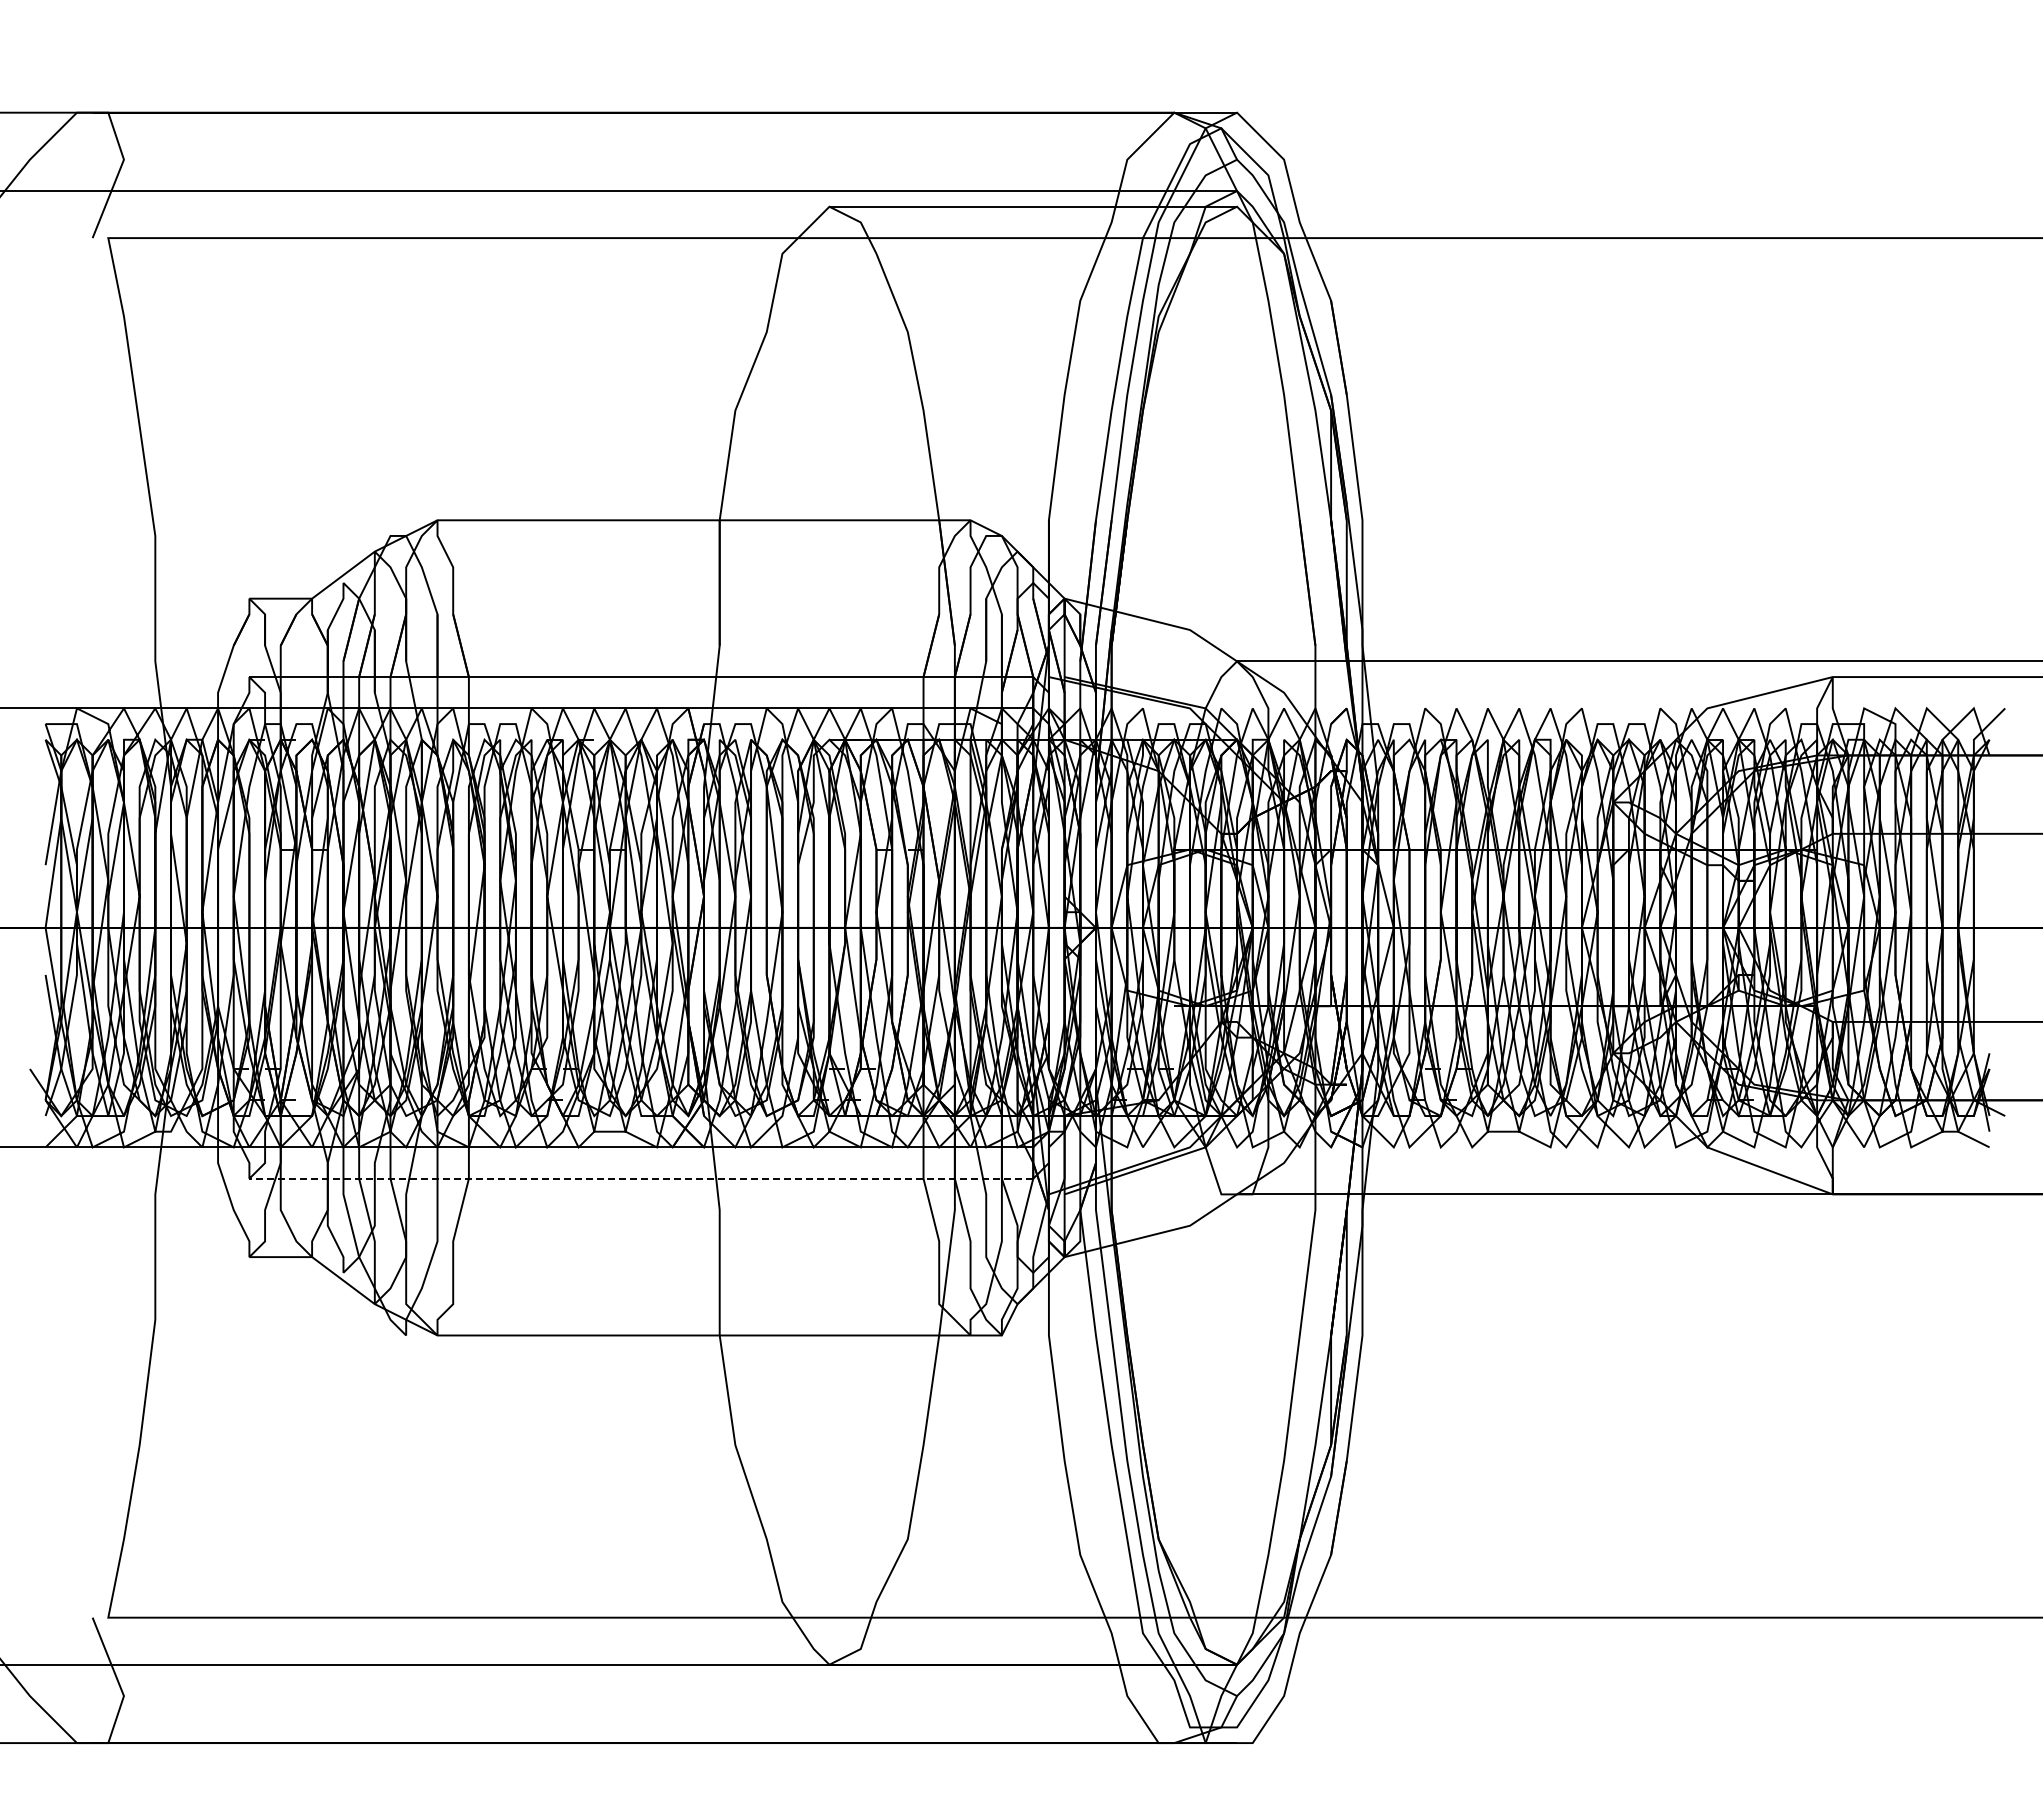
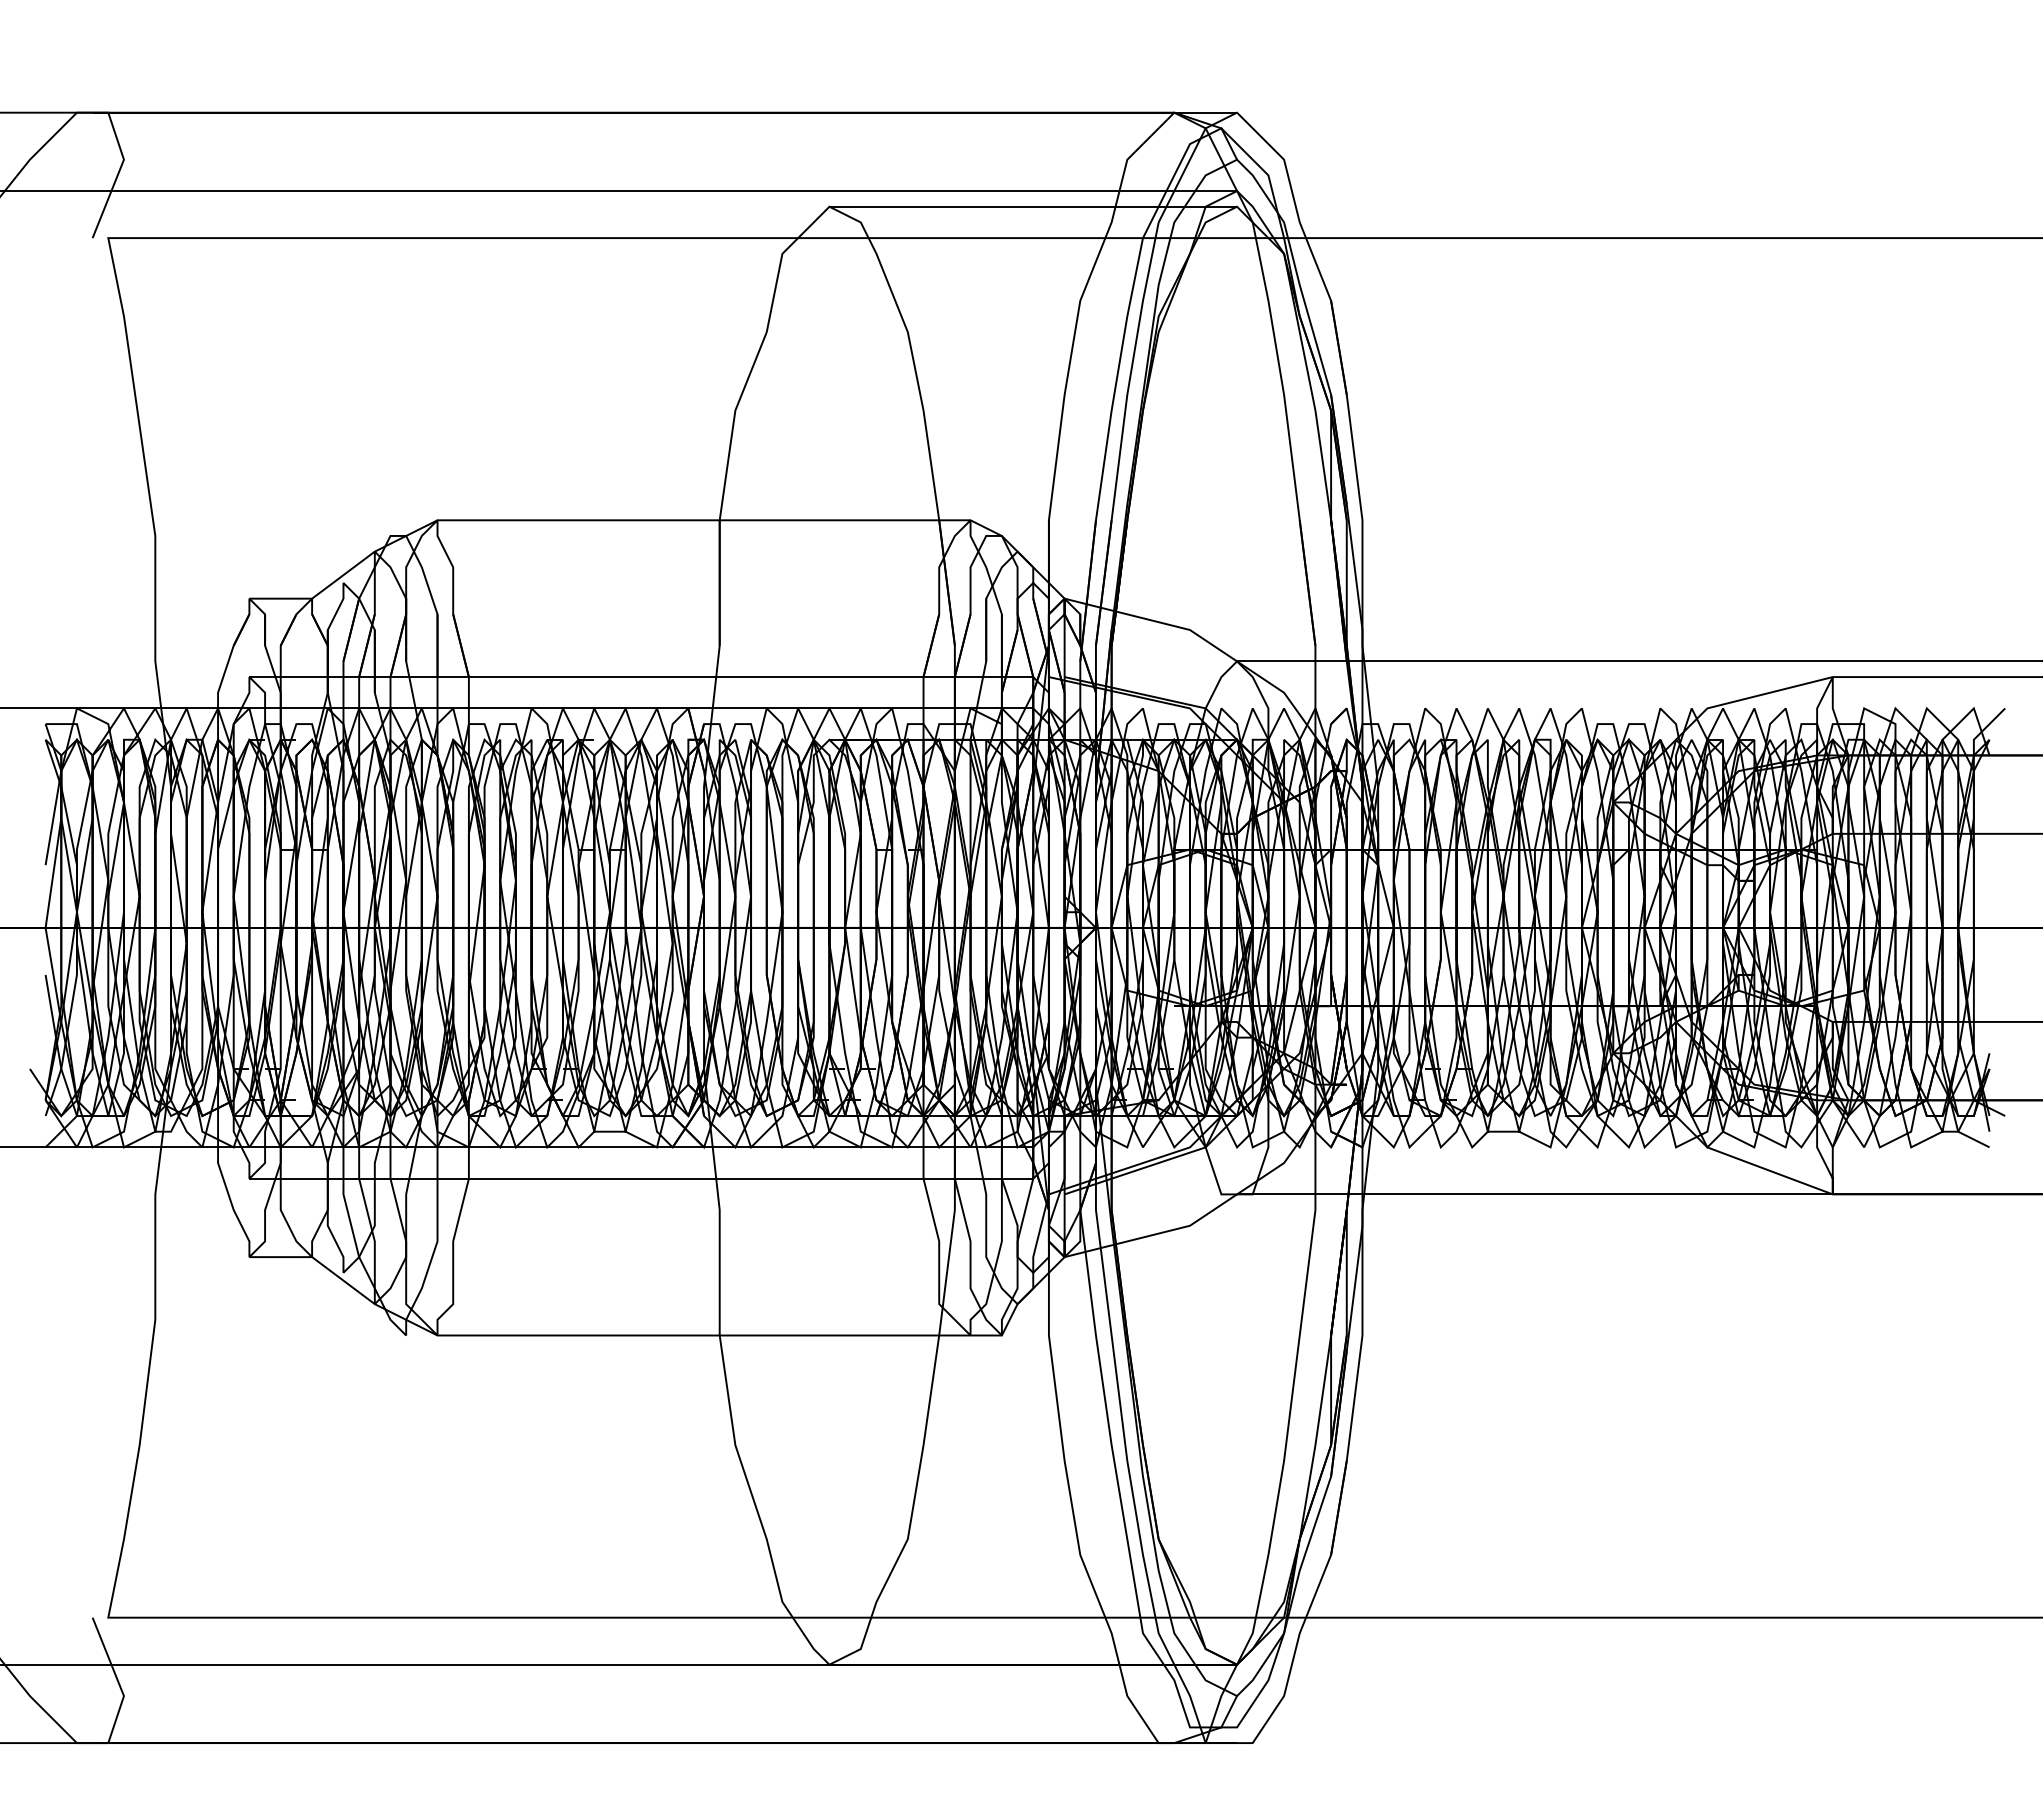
line at (641, 1178): dashed -> solid
